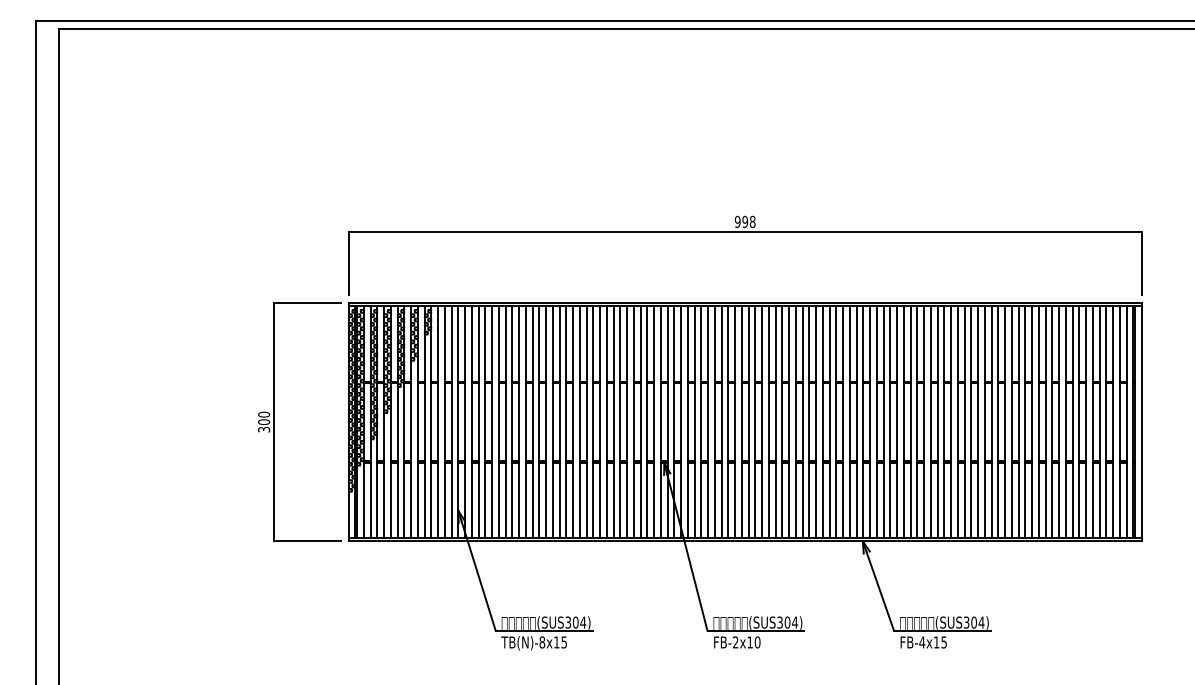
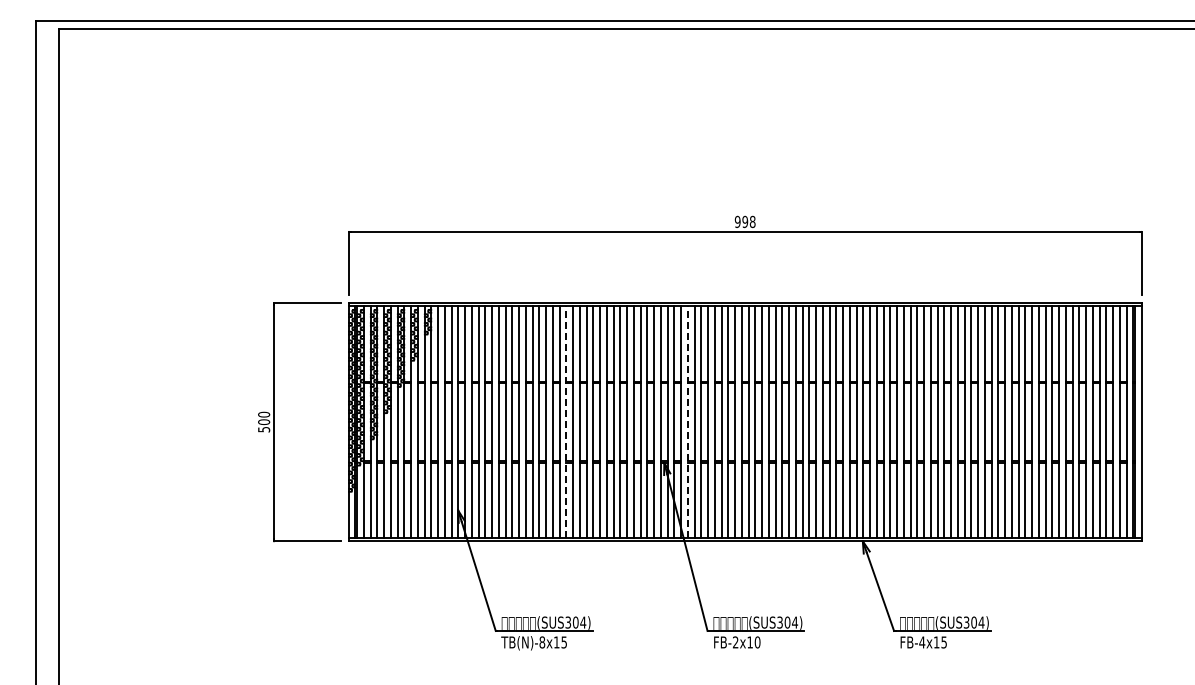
line at (566, 422): solid -> dashed
line at (687, 422): solid -> dashed
text at (263, 429): 300 -> 500
